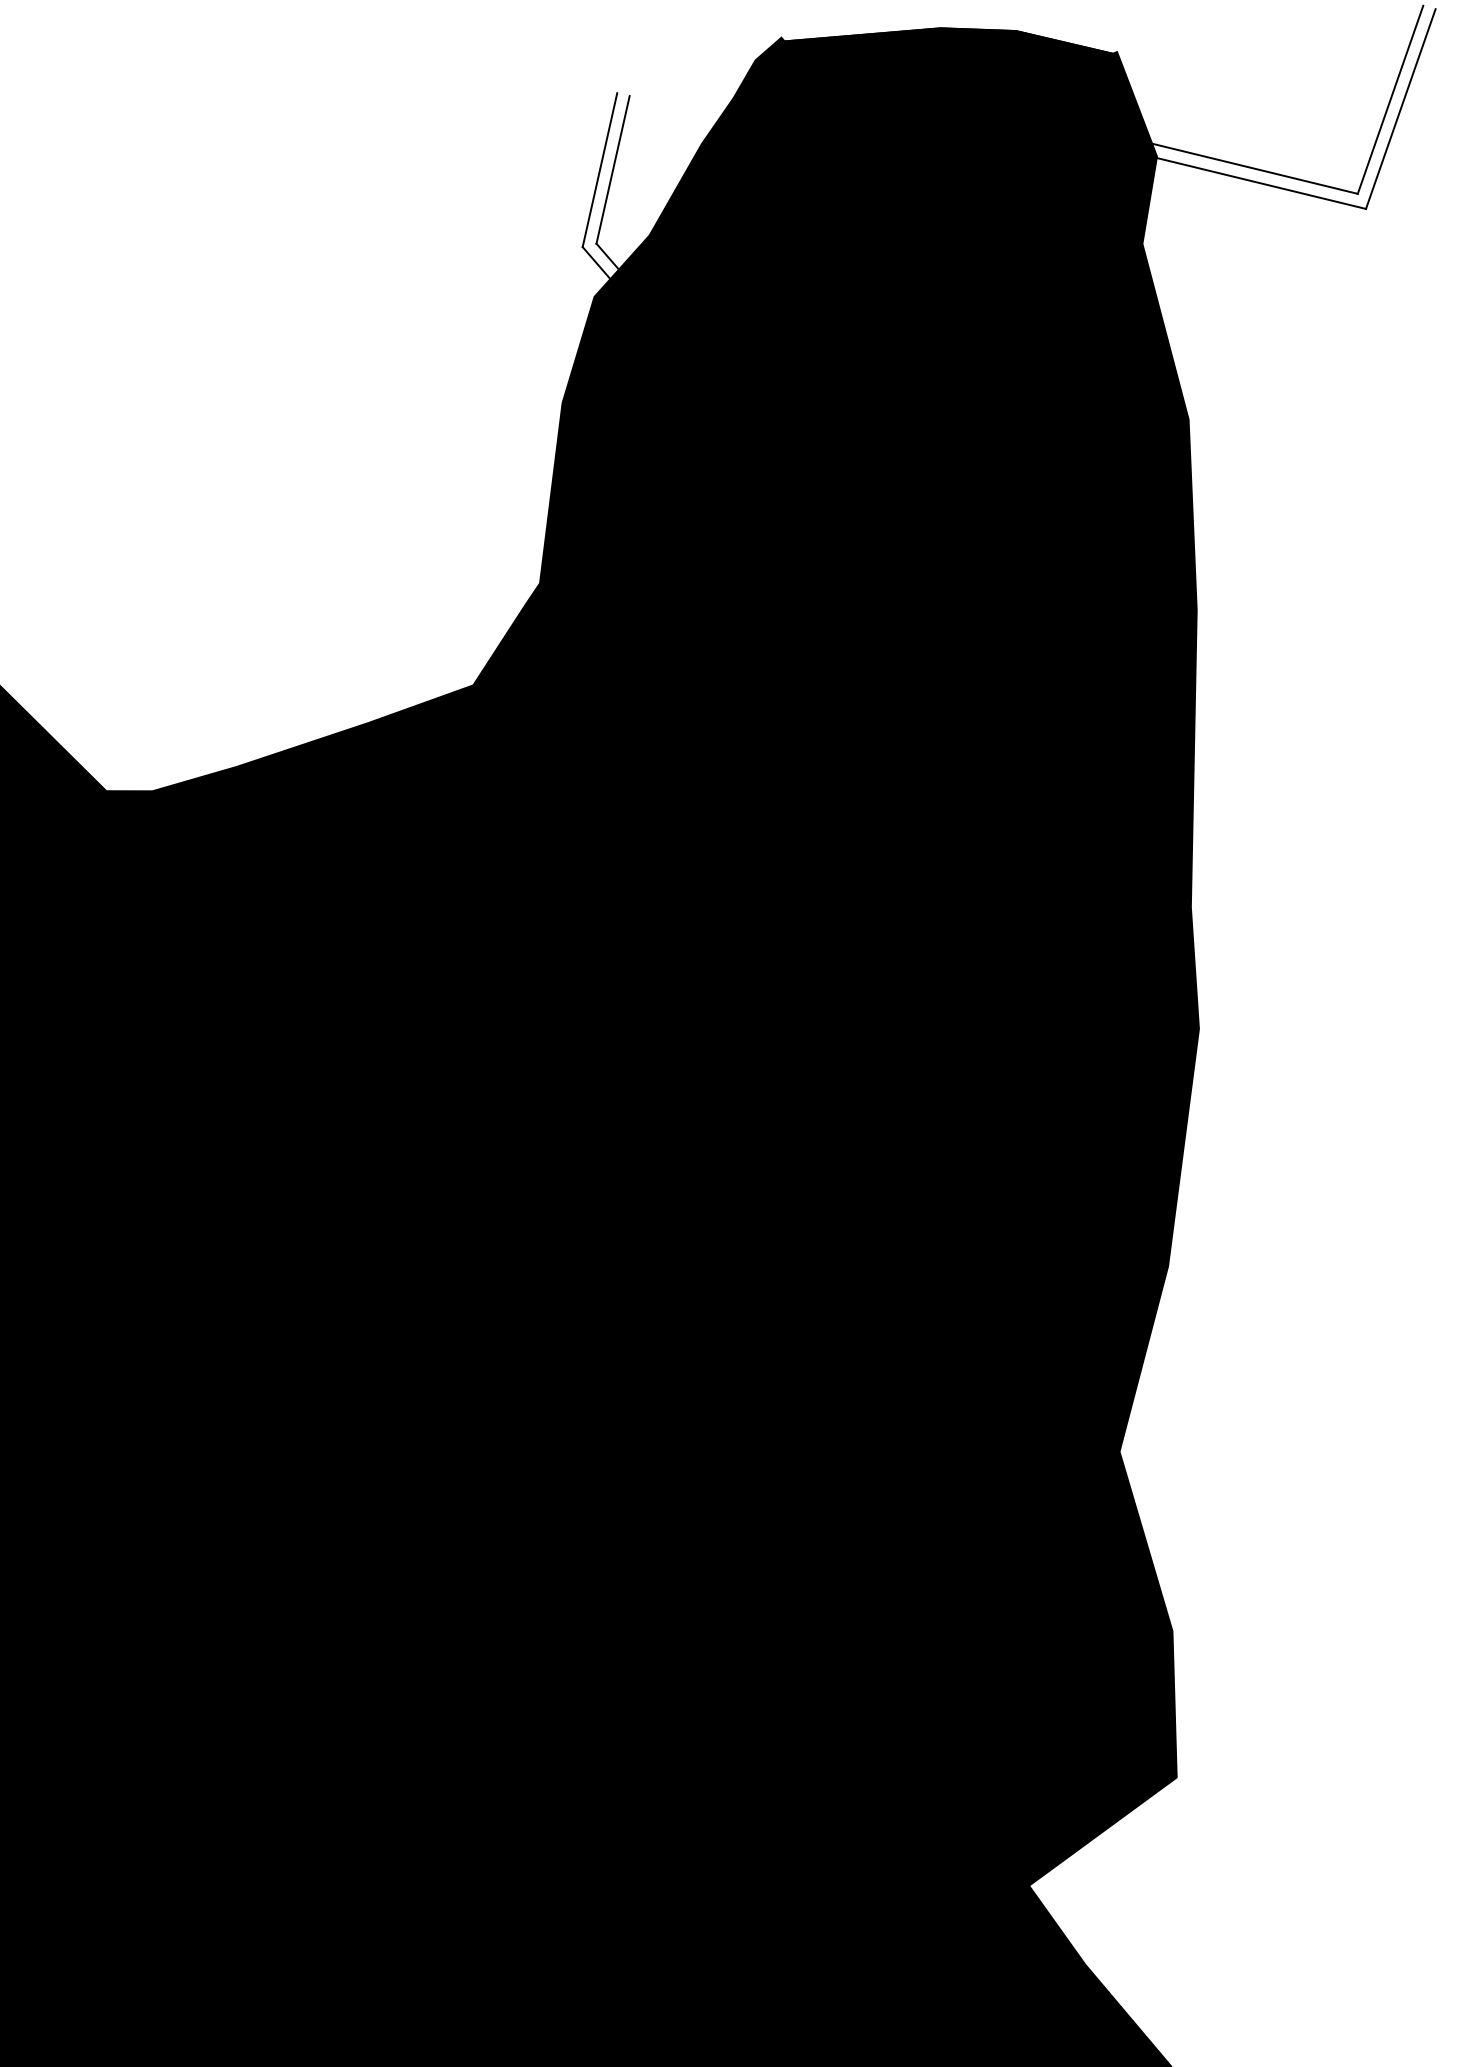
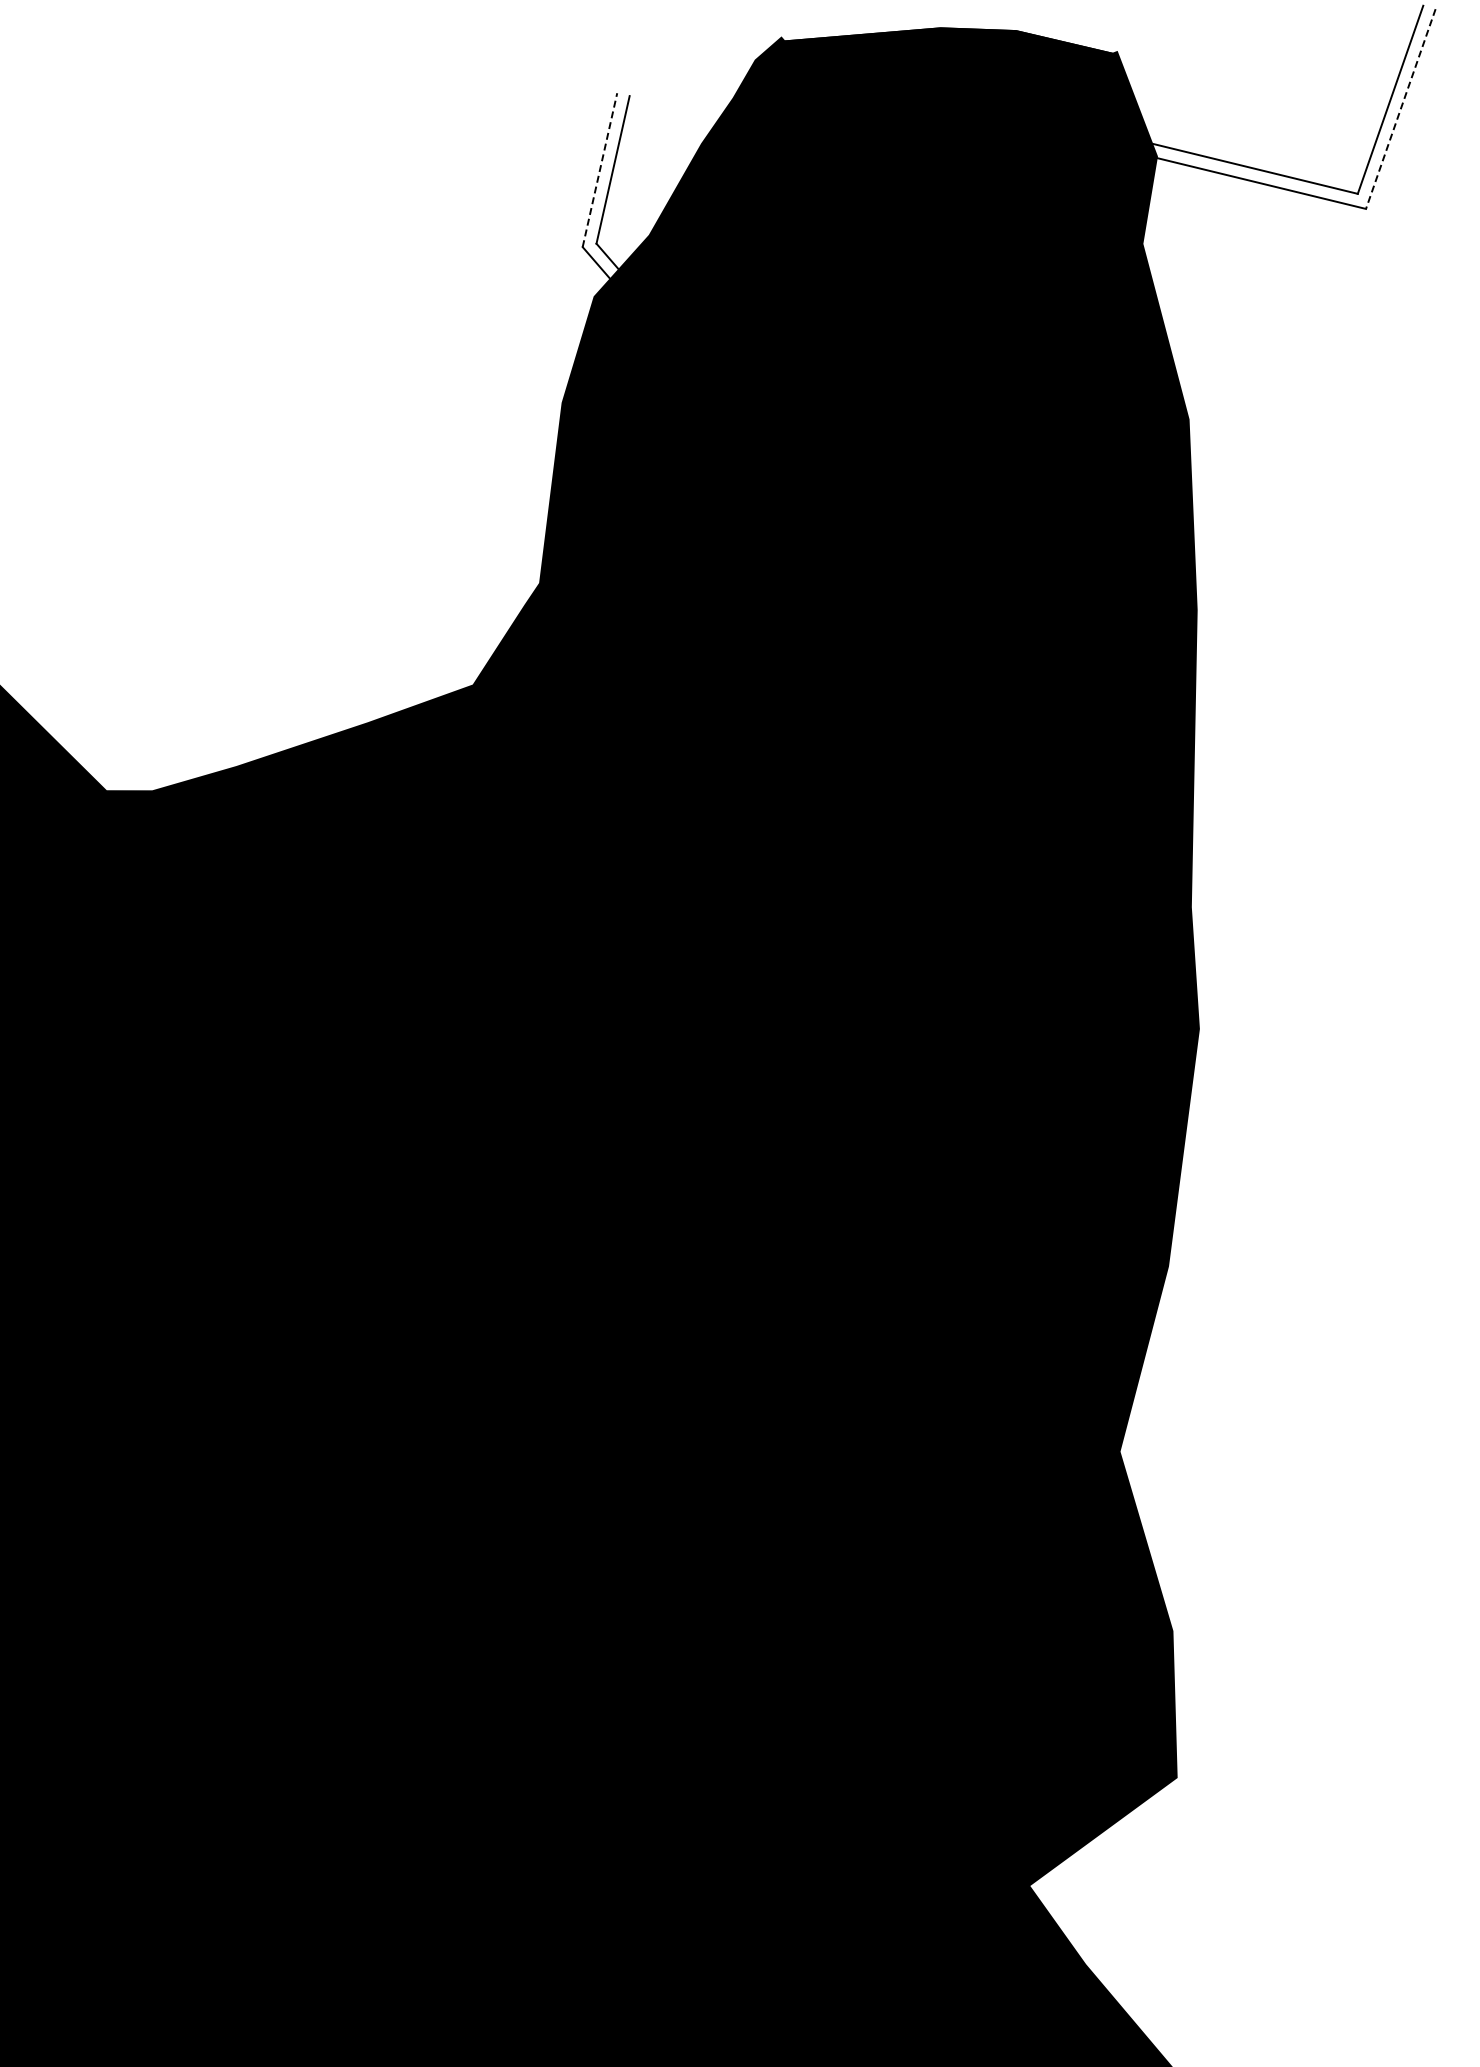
line at (1400, 109): solid -> dashed
line at (599, 170): solid -> dashed
